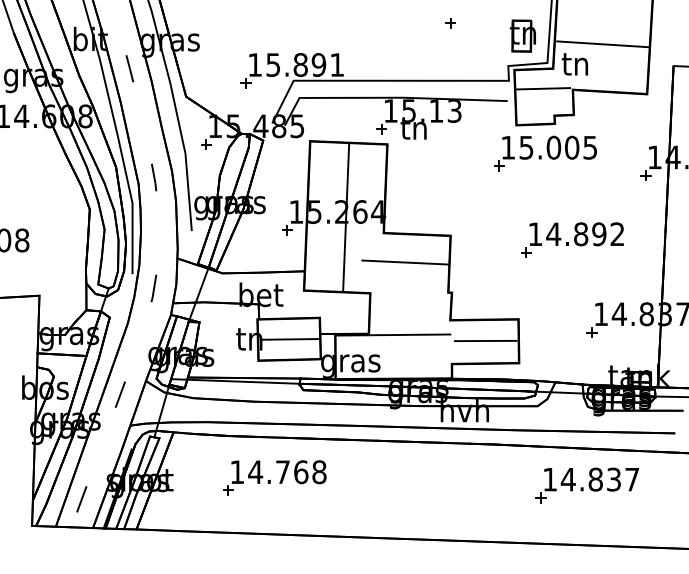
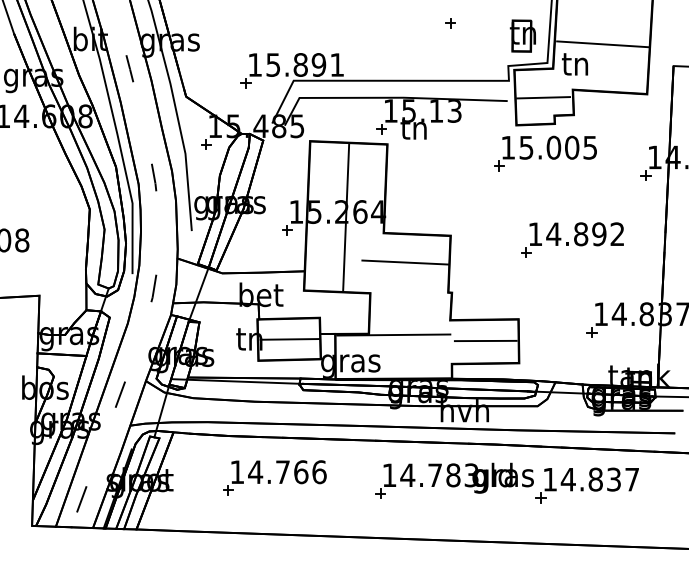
line at (543, 88) position: (543, 88) -> (543, 97)
text at (319, 471): 14.768 -> 14.766
part at (454, 480): none -> present
